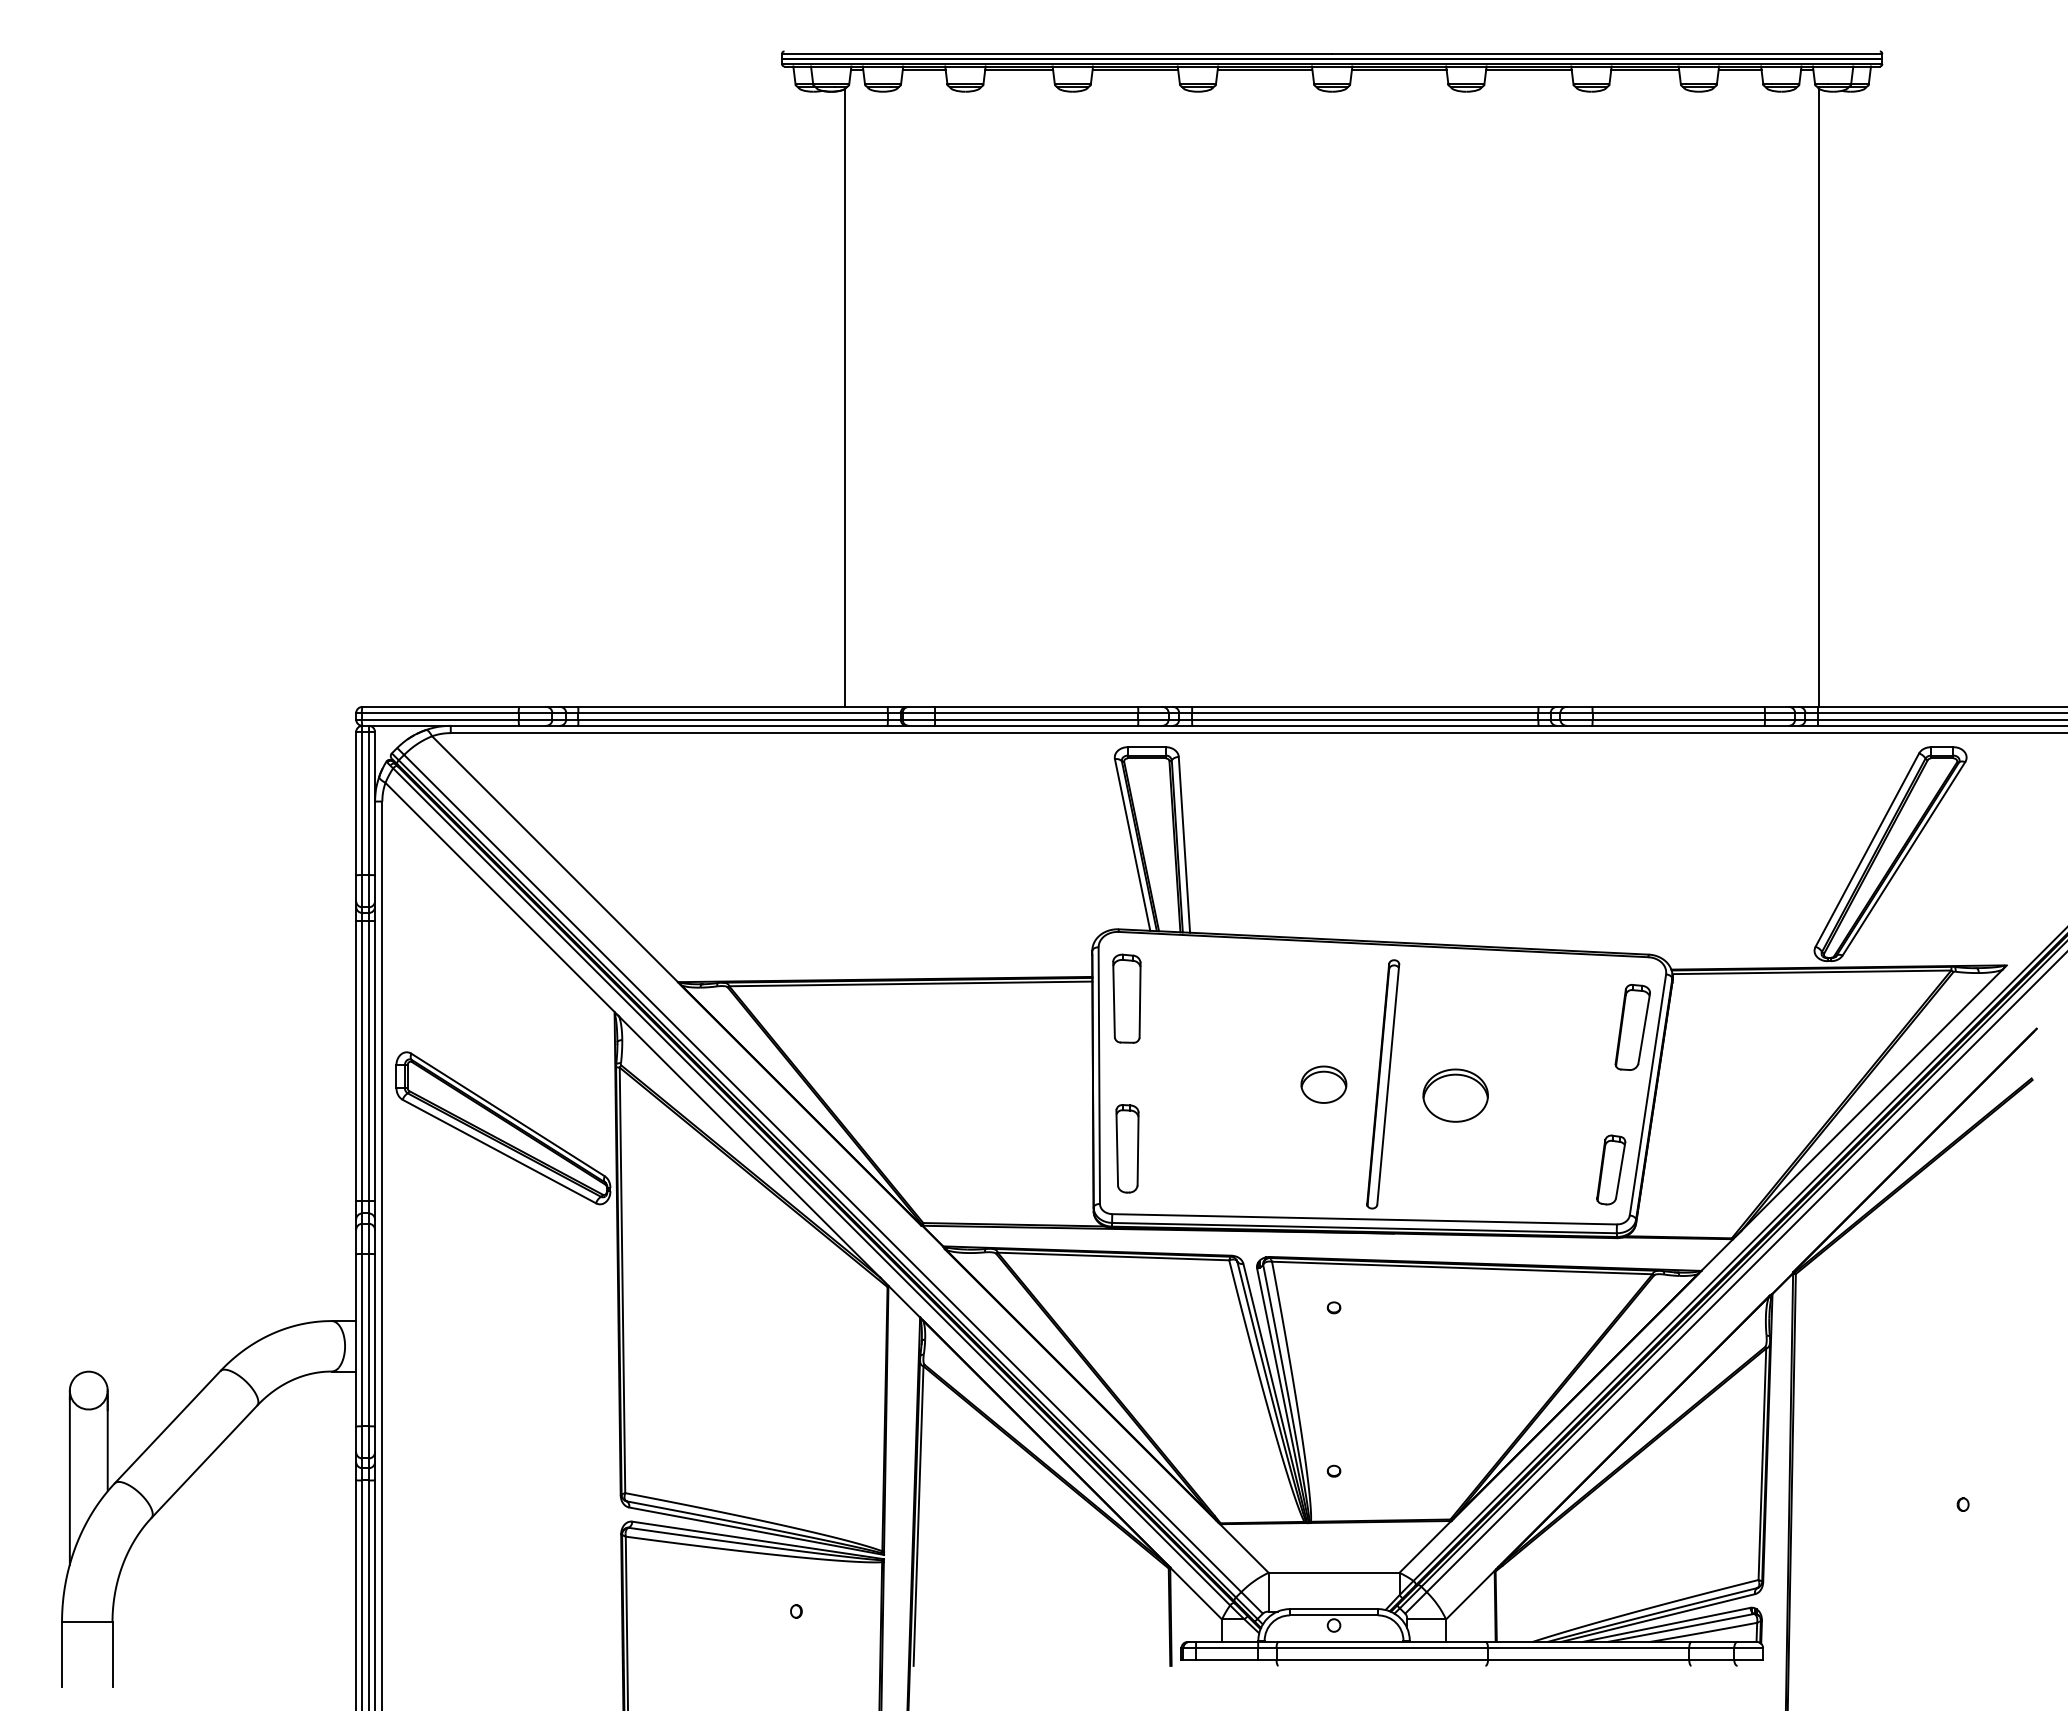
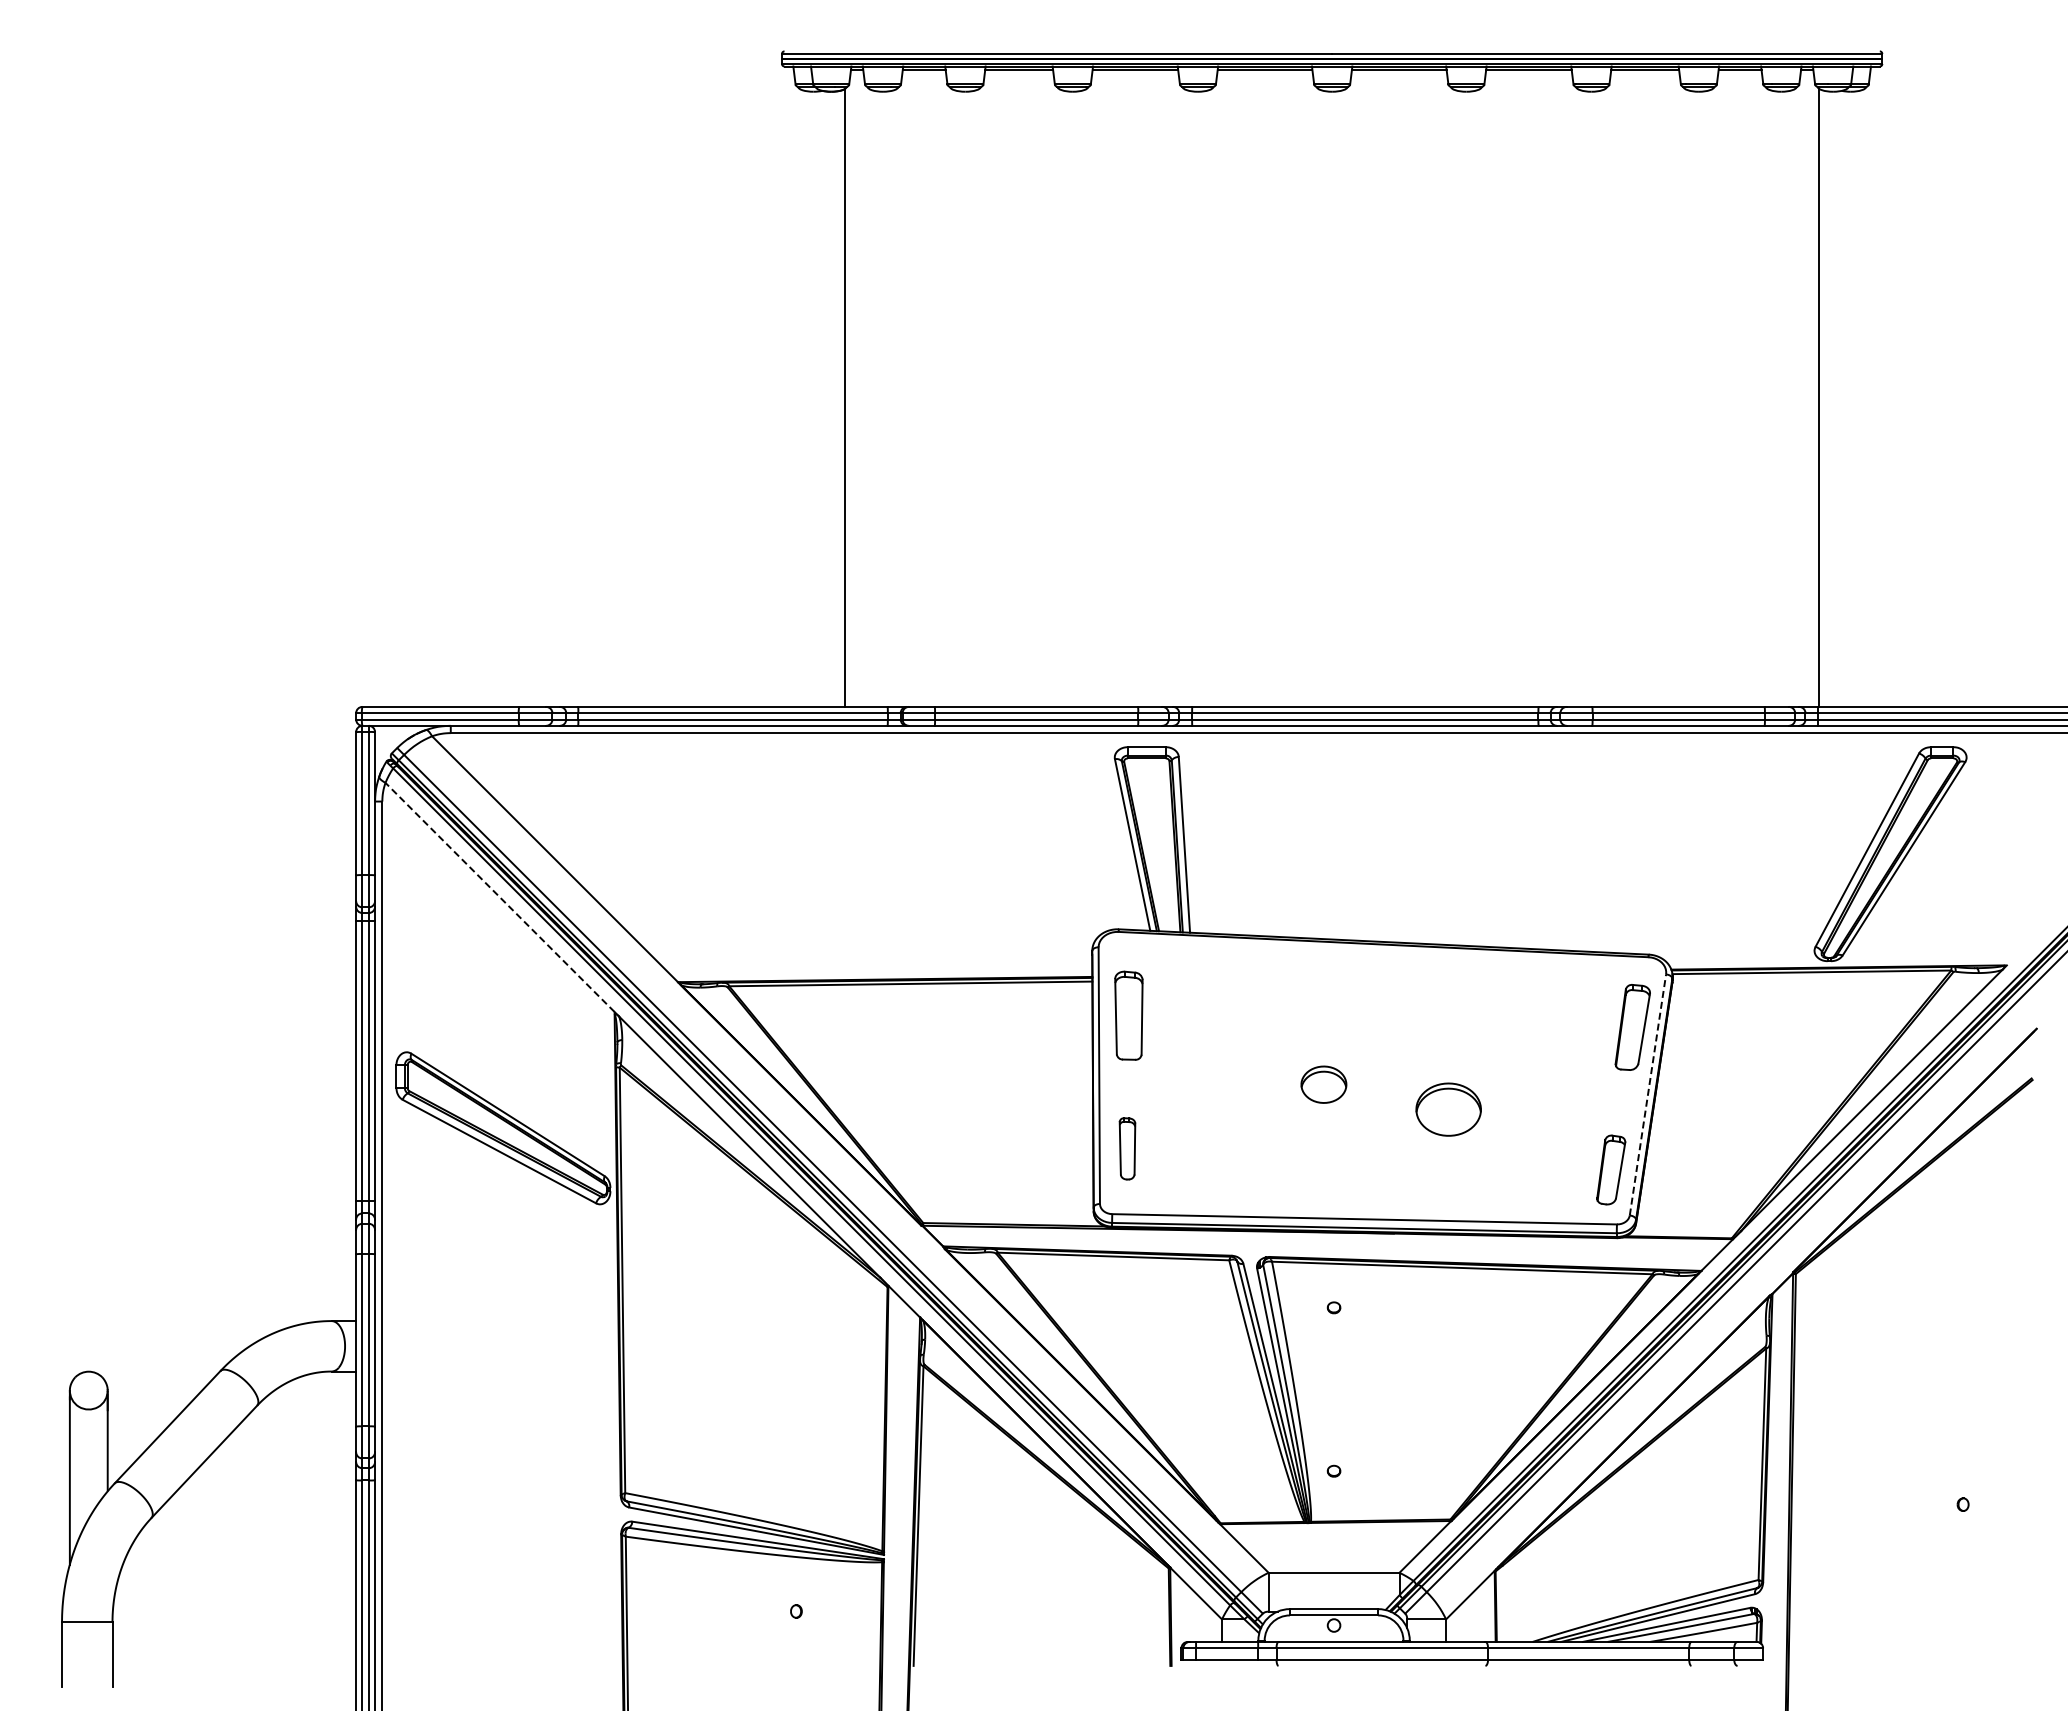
line at (499, 897): solid -> dashed
part at (1126, 998) position: (1126, 998) -> (1128, 1015)
part at (1383, 1084): present -> none
line at (1647, 1094): solid -> dashed
part at (1455, 1095) position: (1455, 1095) -> (1448, 1109)
part at (1127, 1148) size: 25x90 px -> 19x64 px
